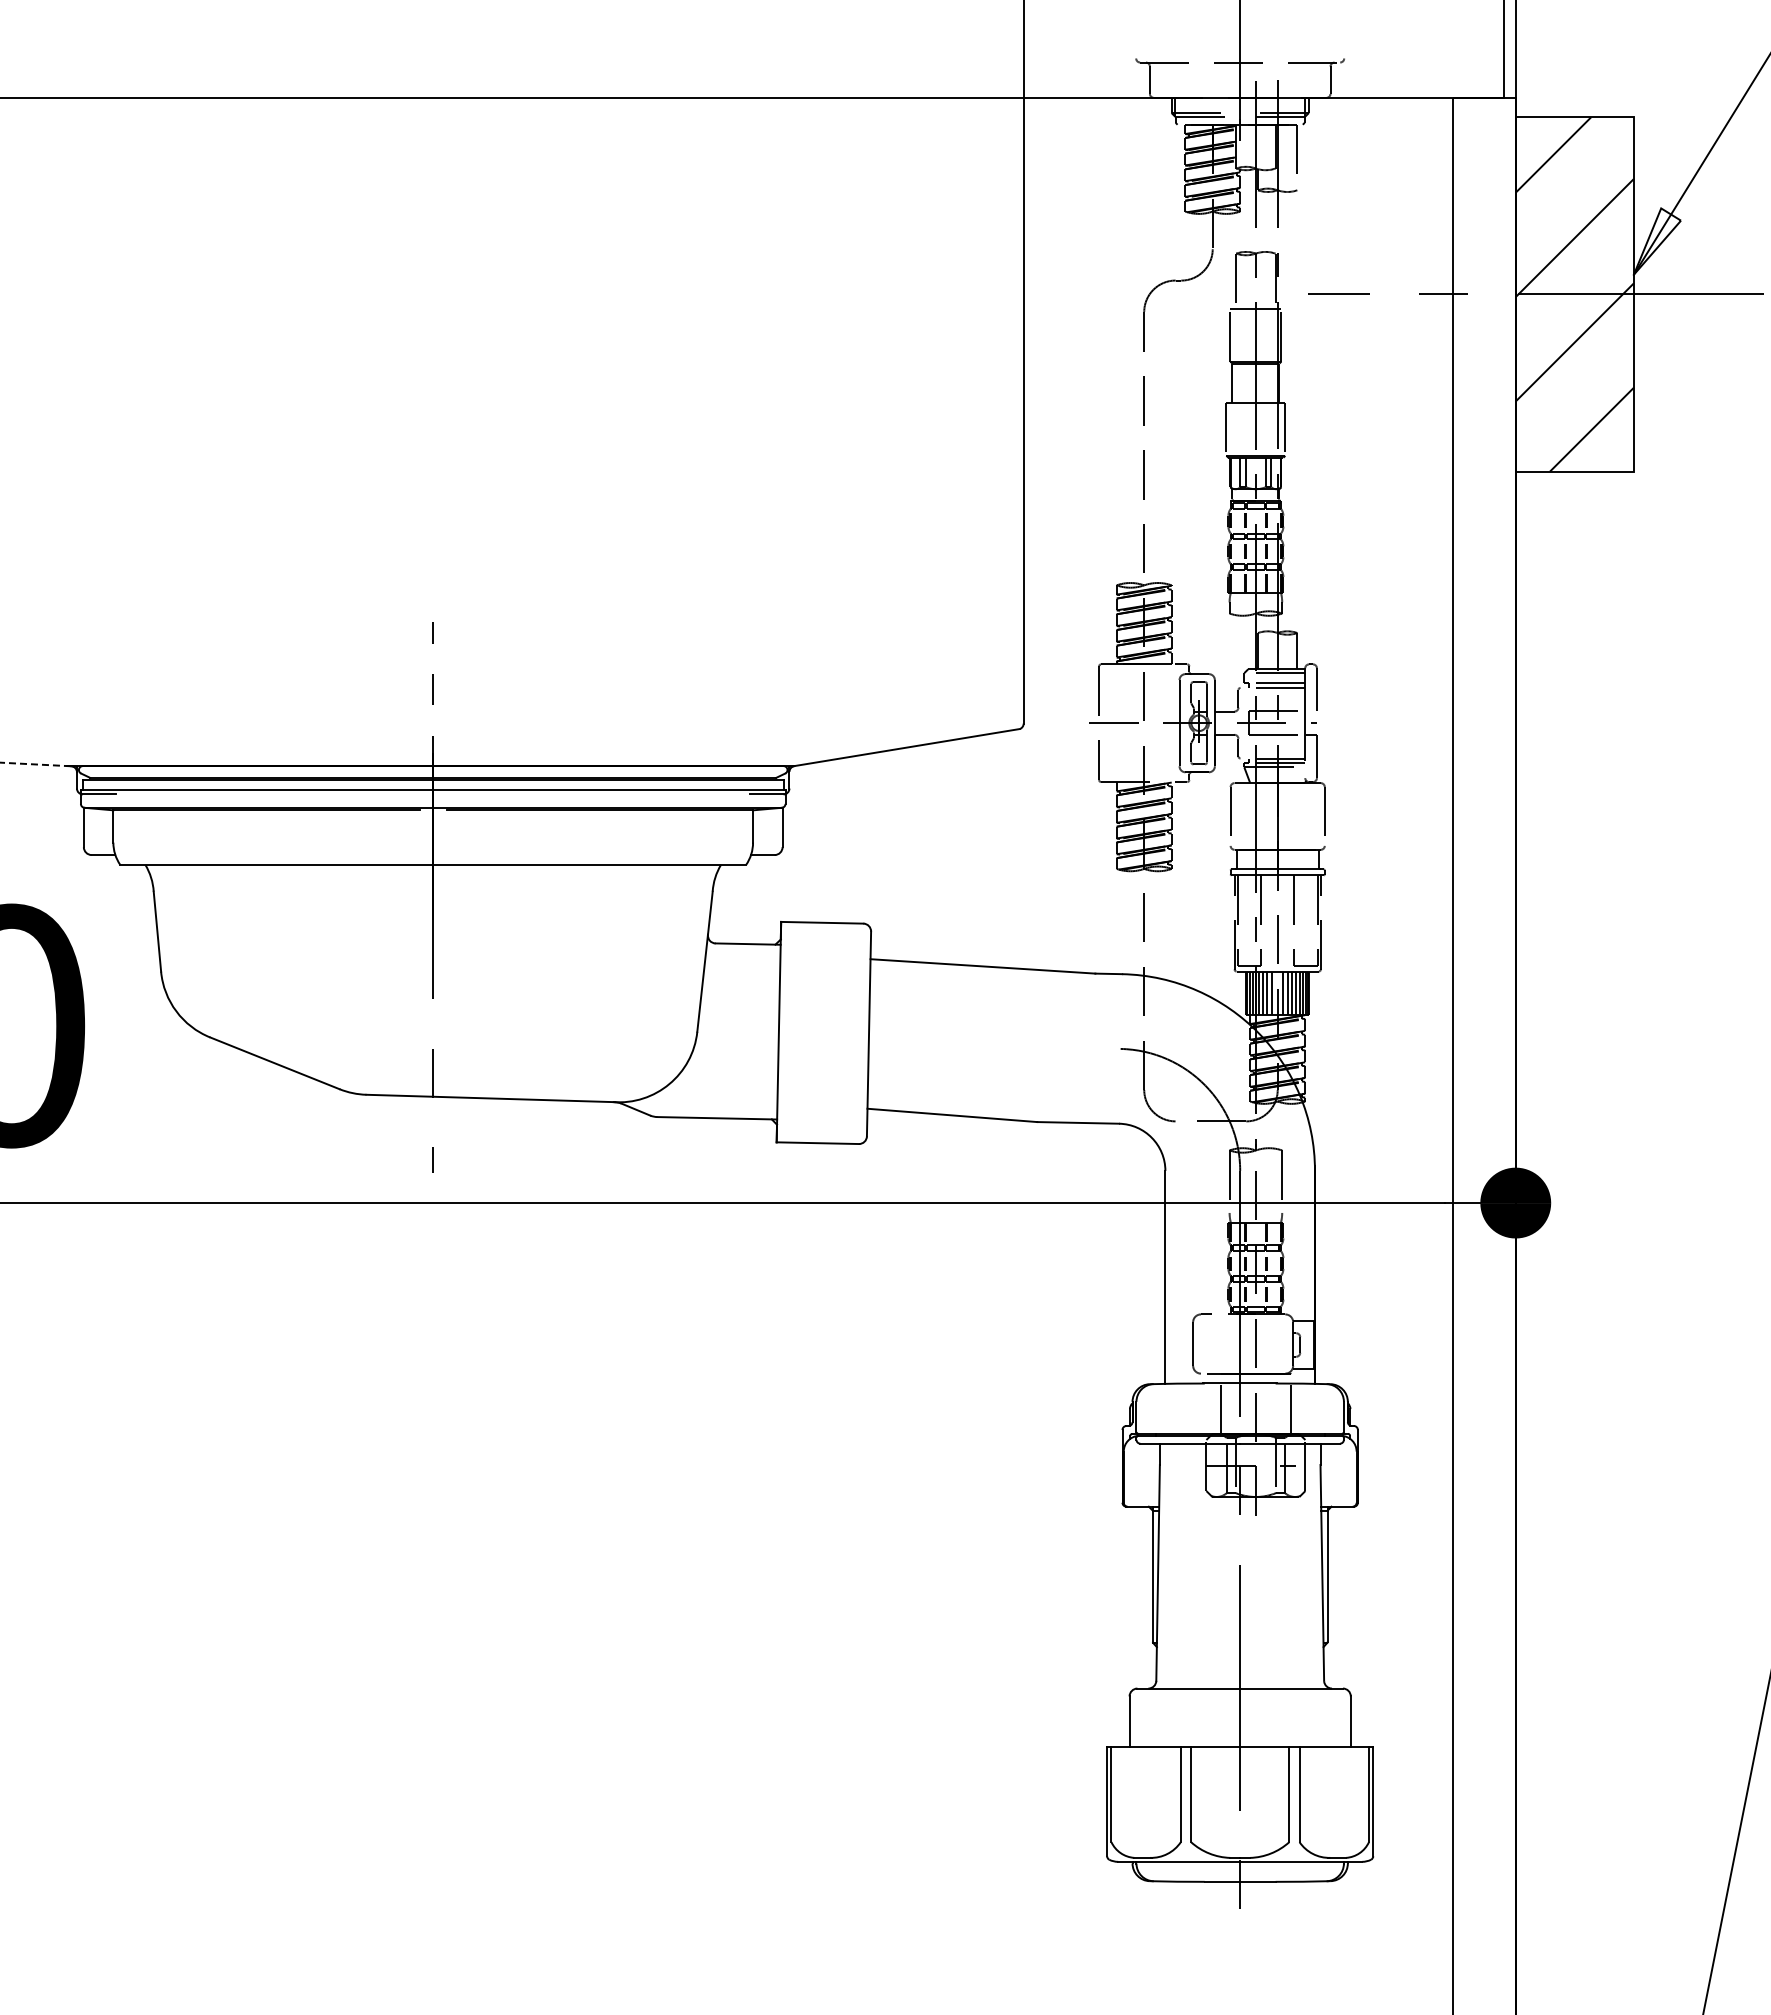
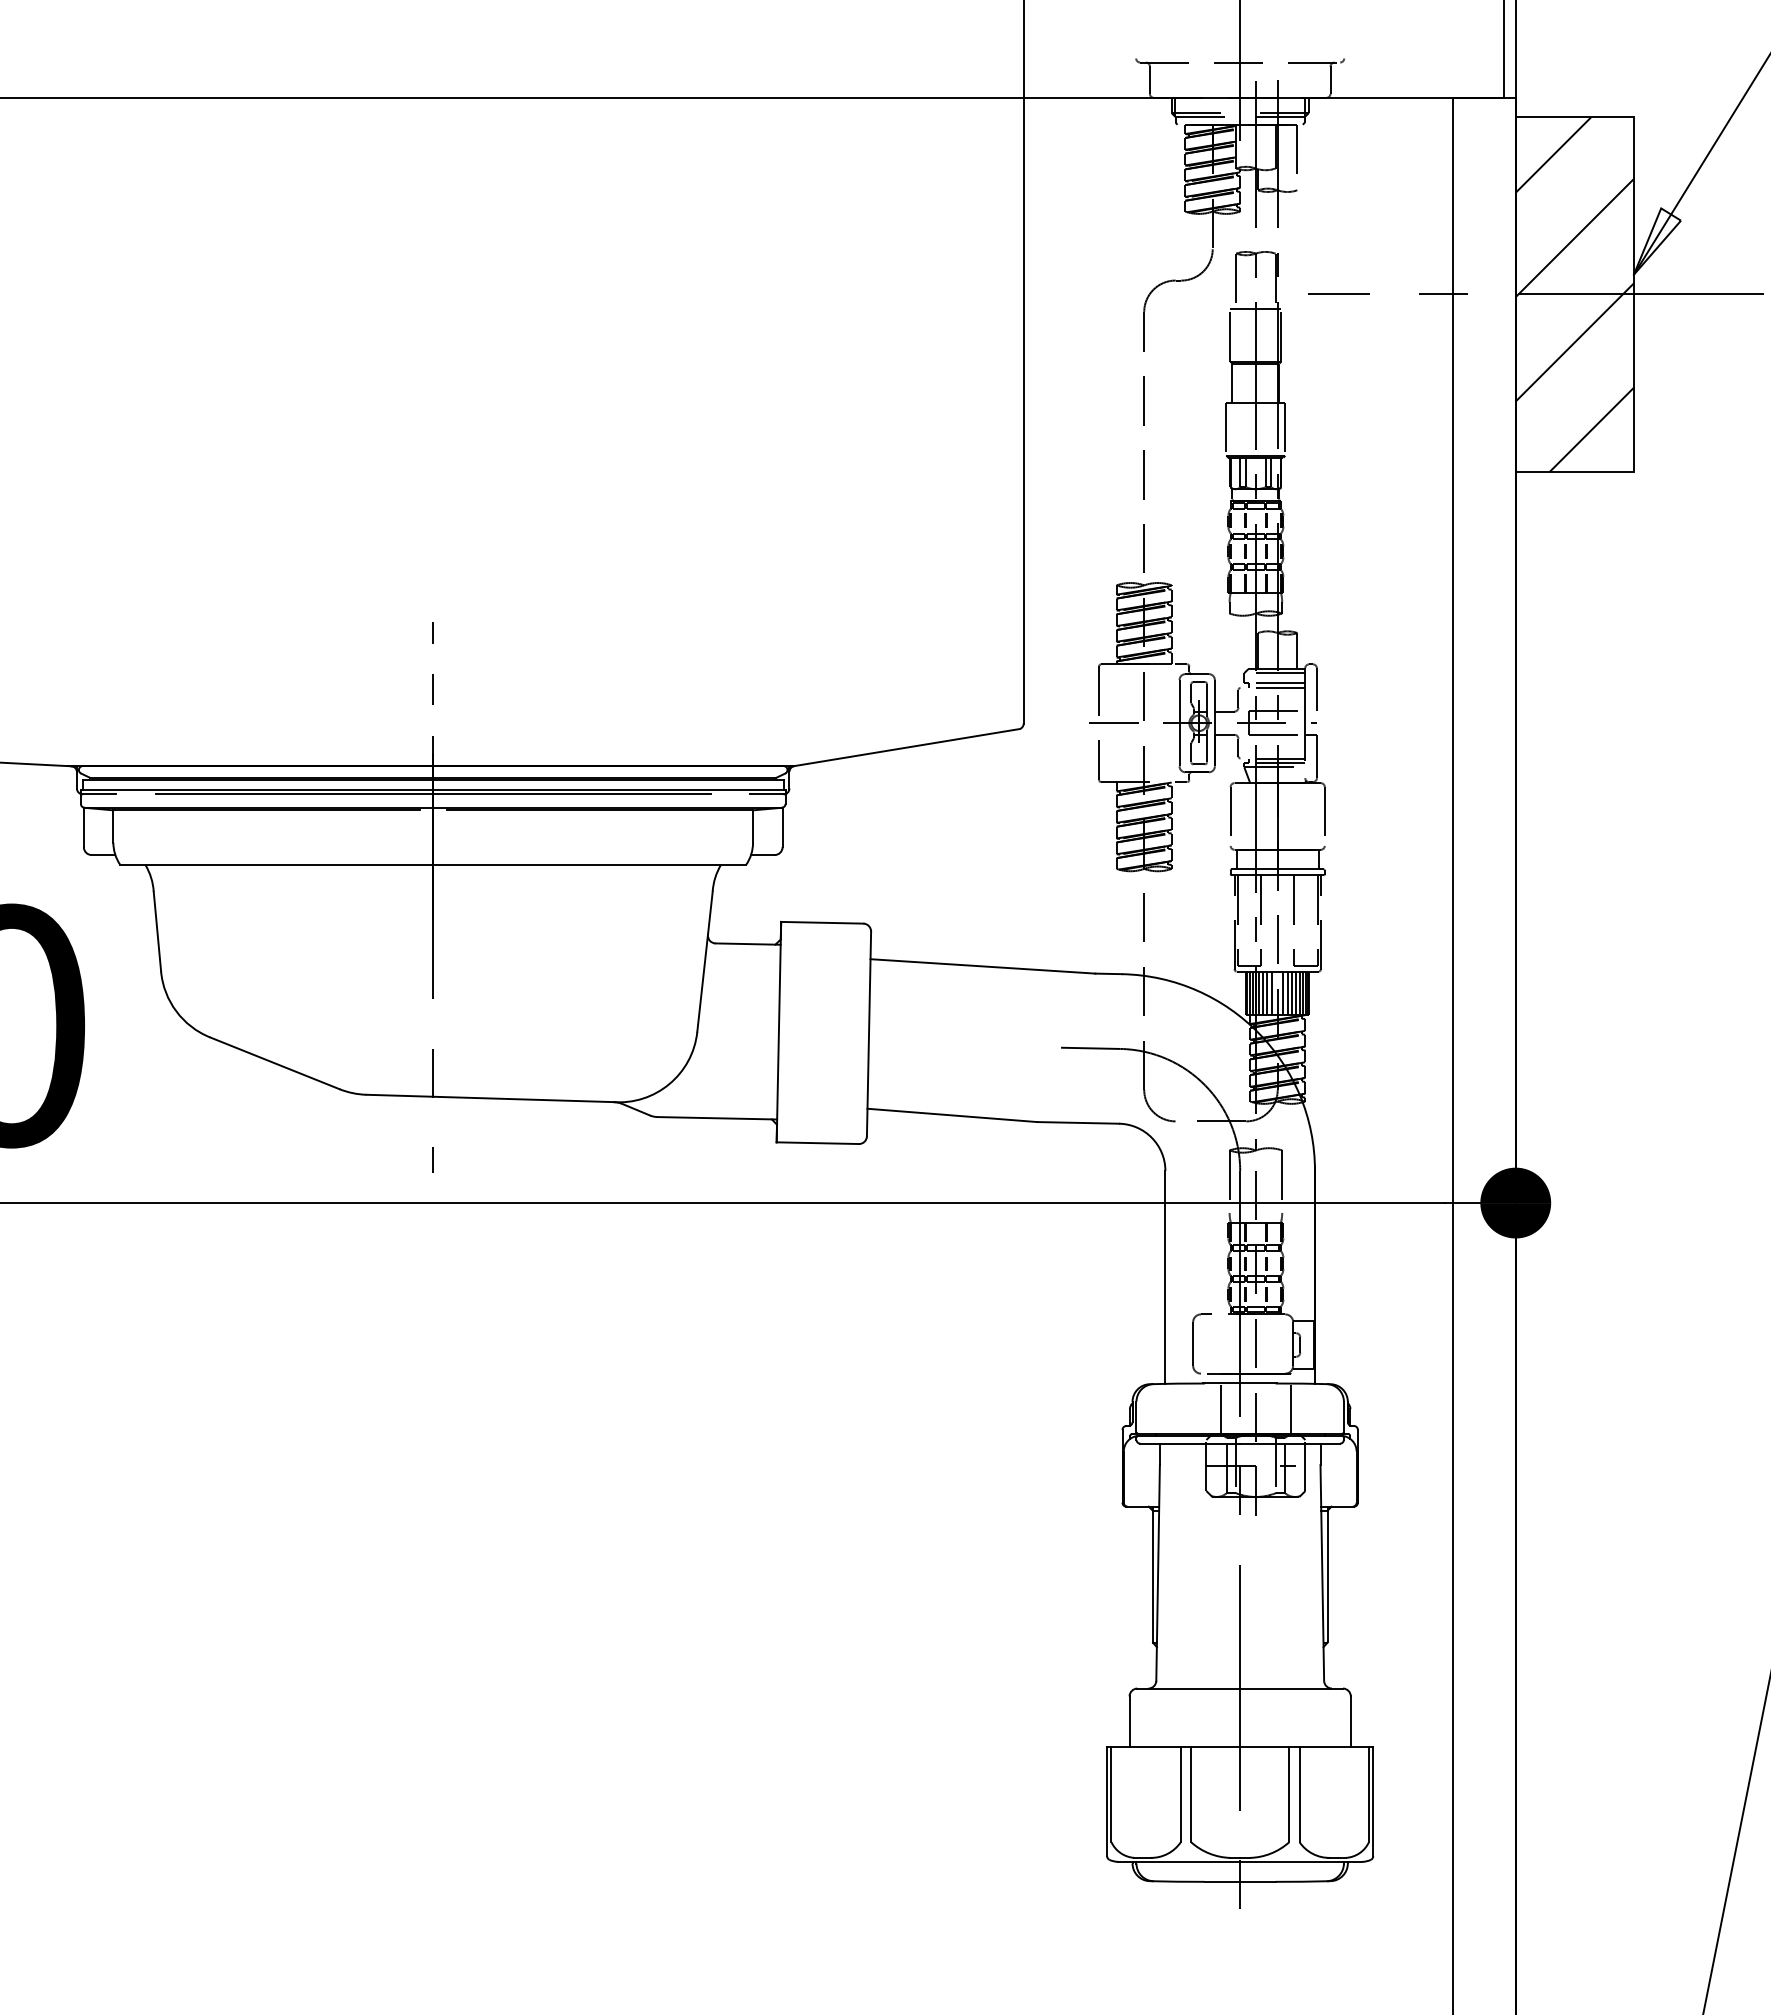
line at (36, 764): dashed -> solid
line at (432, 794): none -> present
line at (1090, 1047): none -> present
